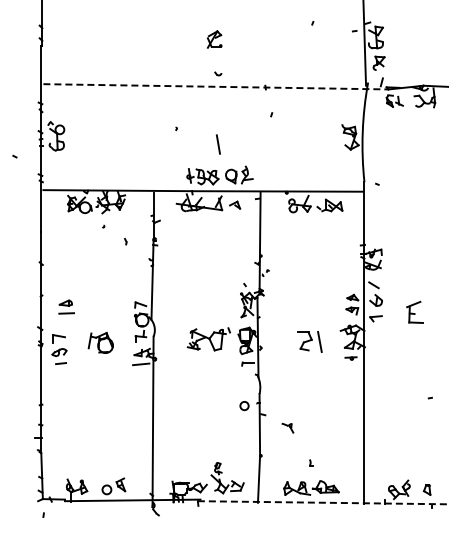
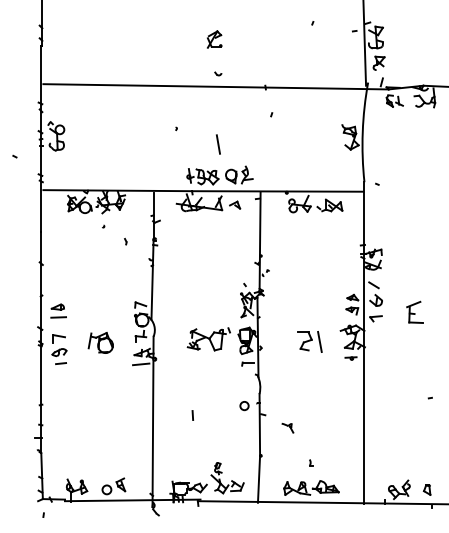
line at (216, 86): dashed -> solid
part at (66, 306) position: (66, 306) -> (58, 310)
line at (192, 415): none -> present
line at (323, 502): dashed -> solid
